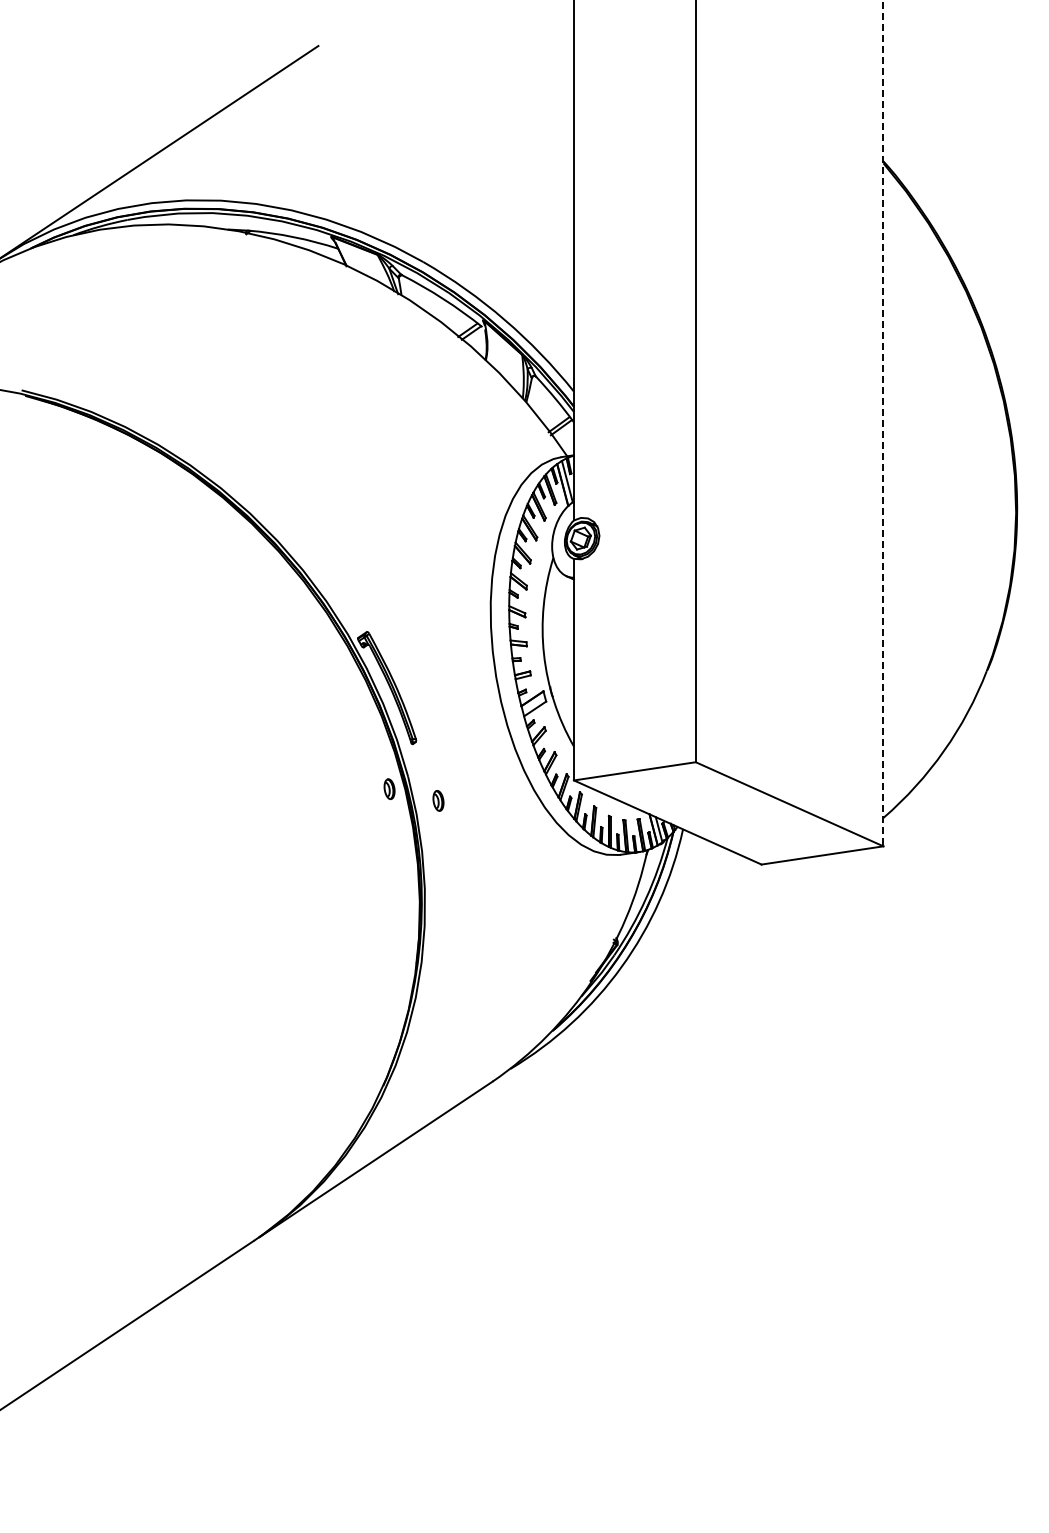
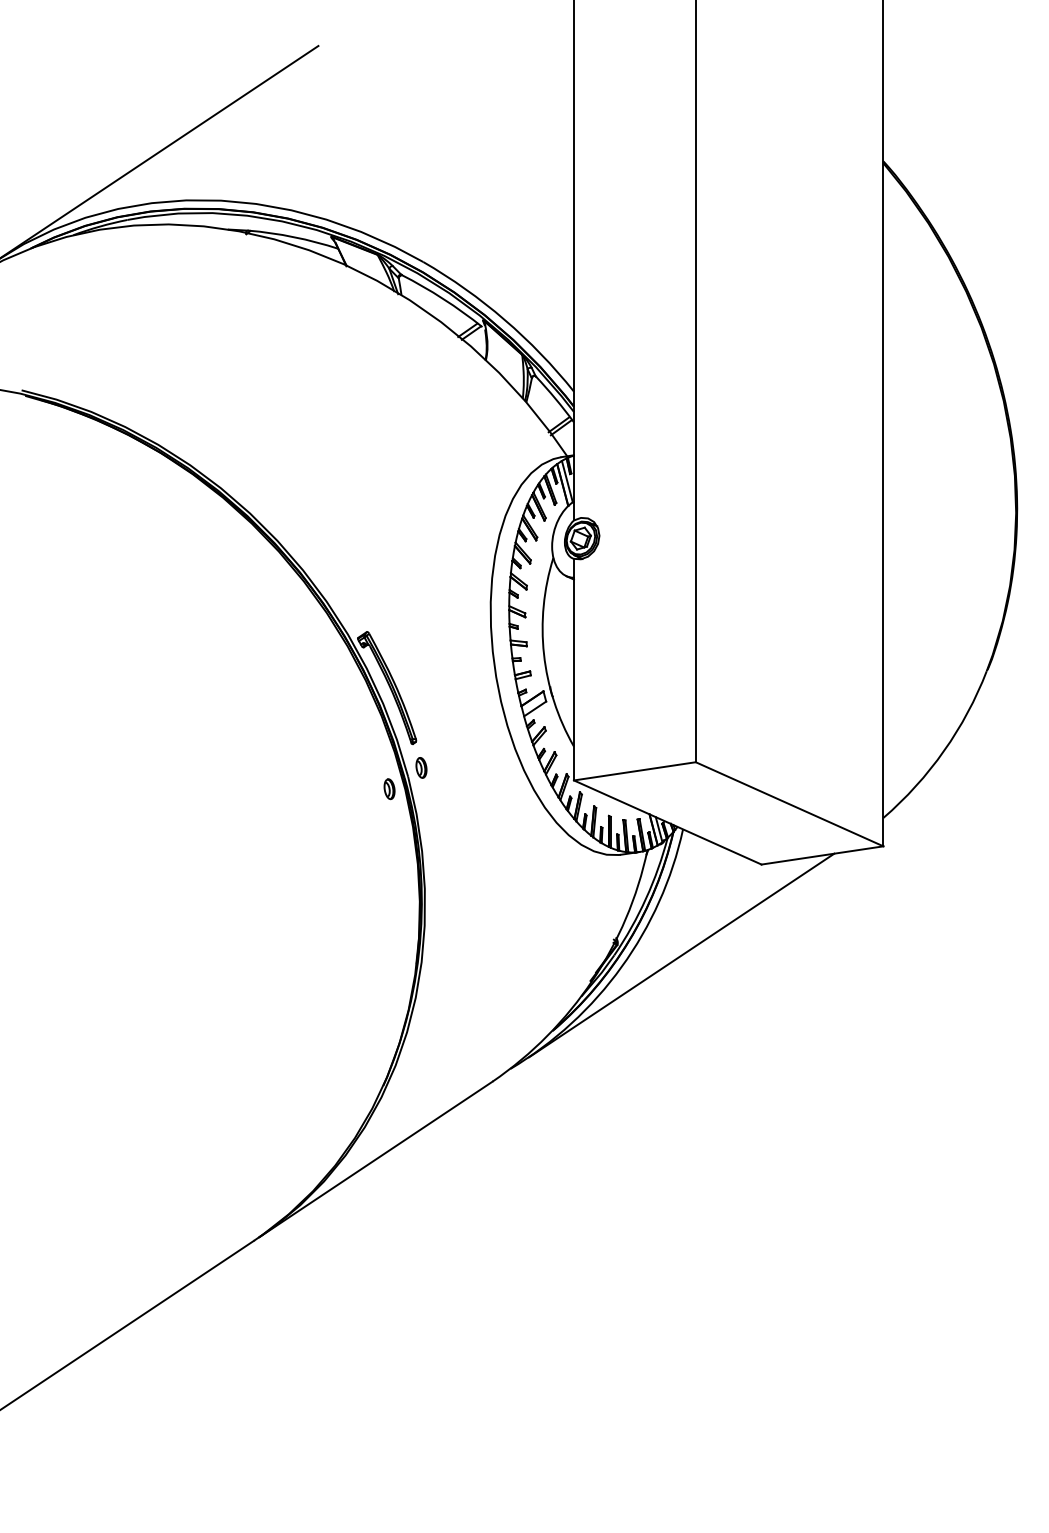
line at (883, 423): dashed -> solid
part at (438, 800) position: (438, 800) -> (421, 767)
line at (681, 955): none -> present
